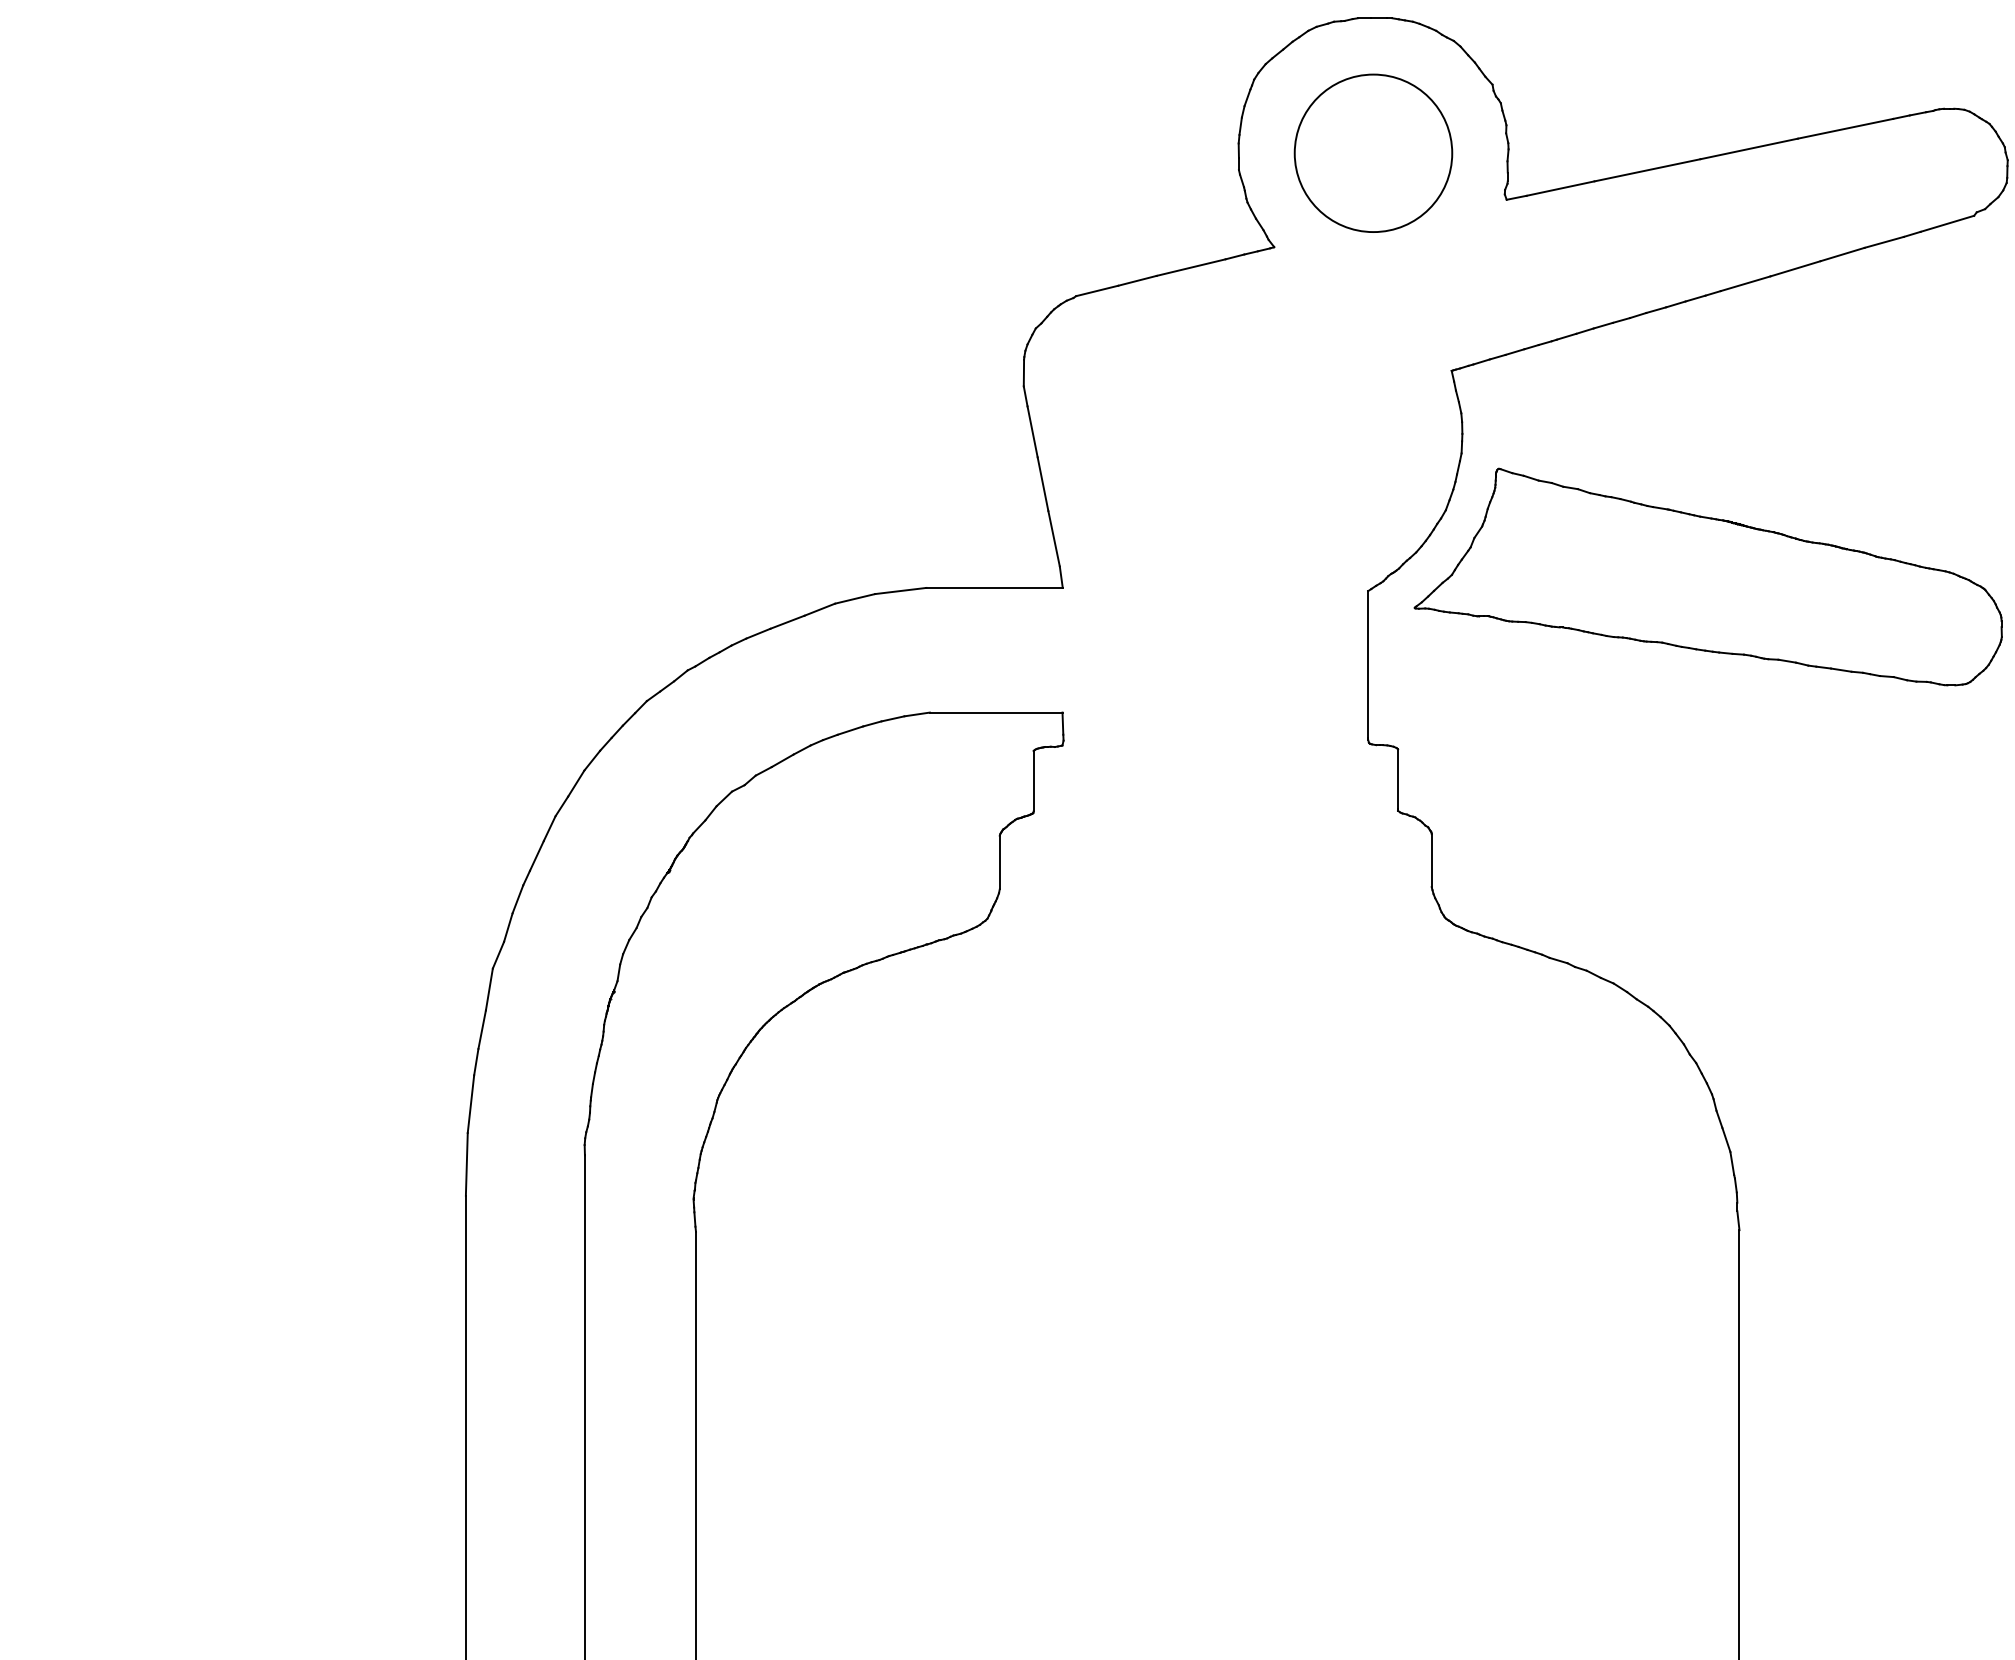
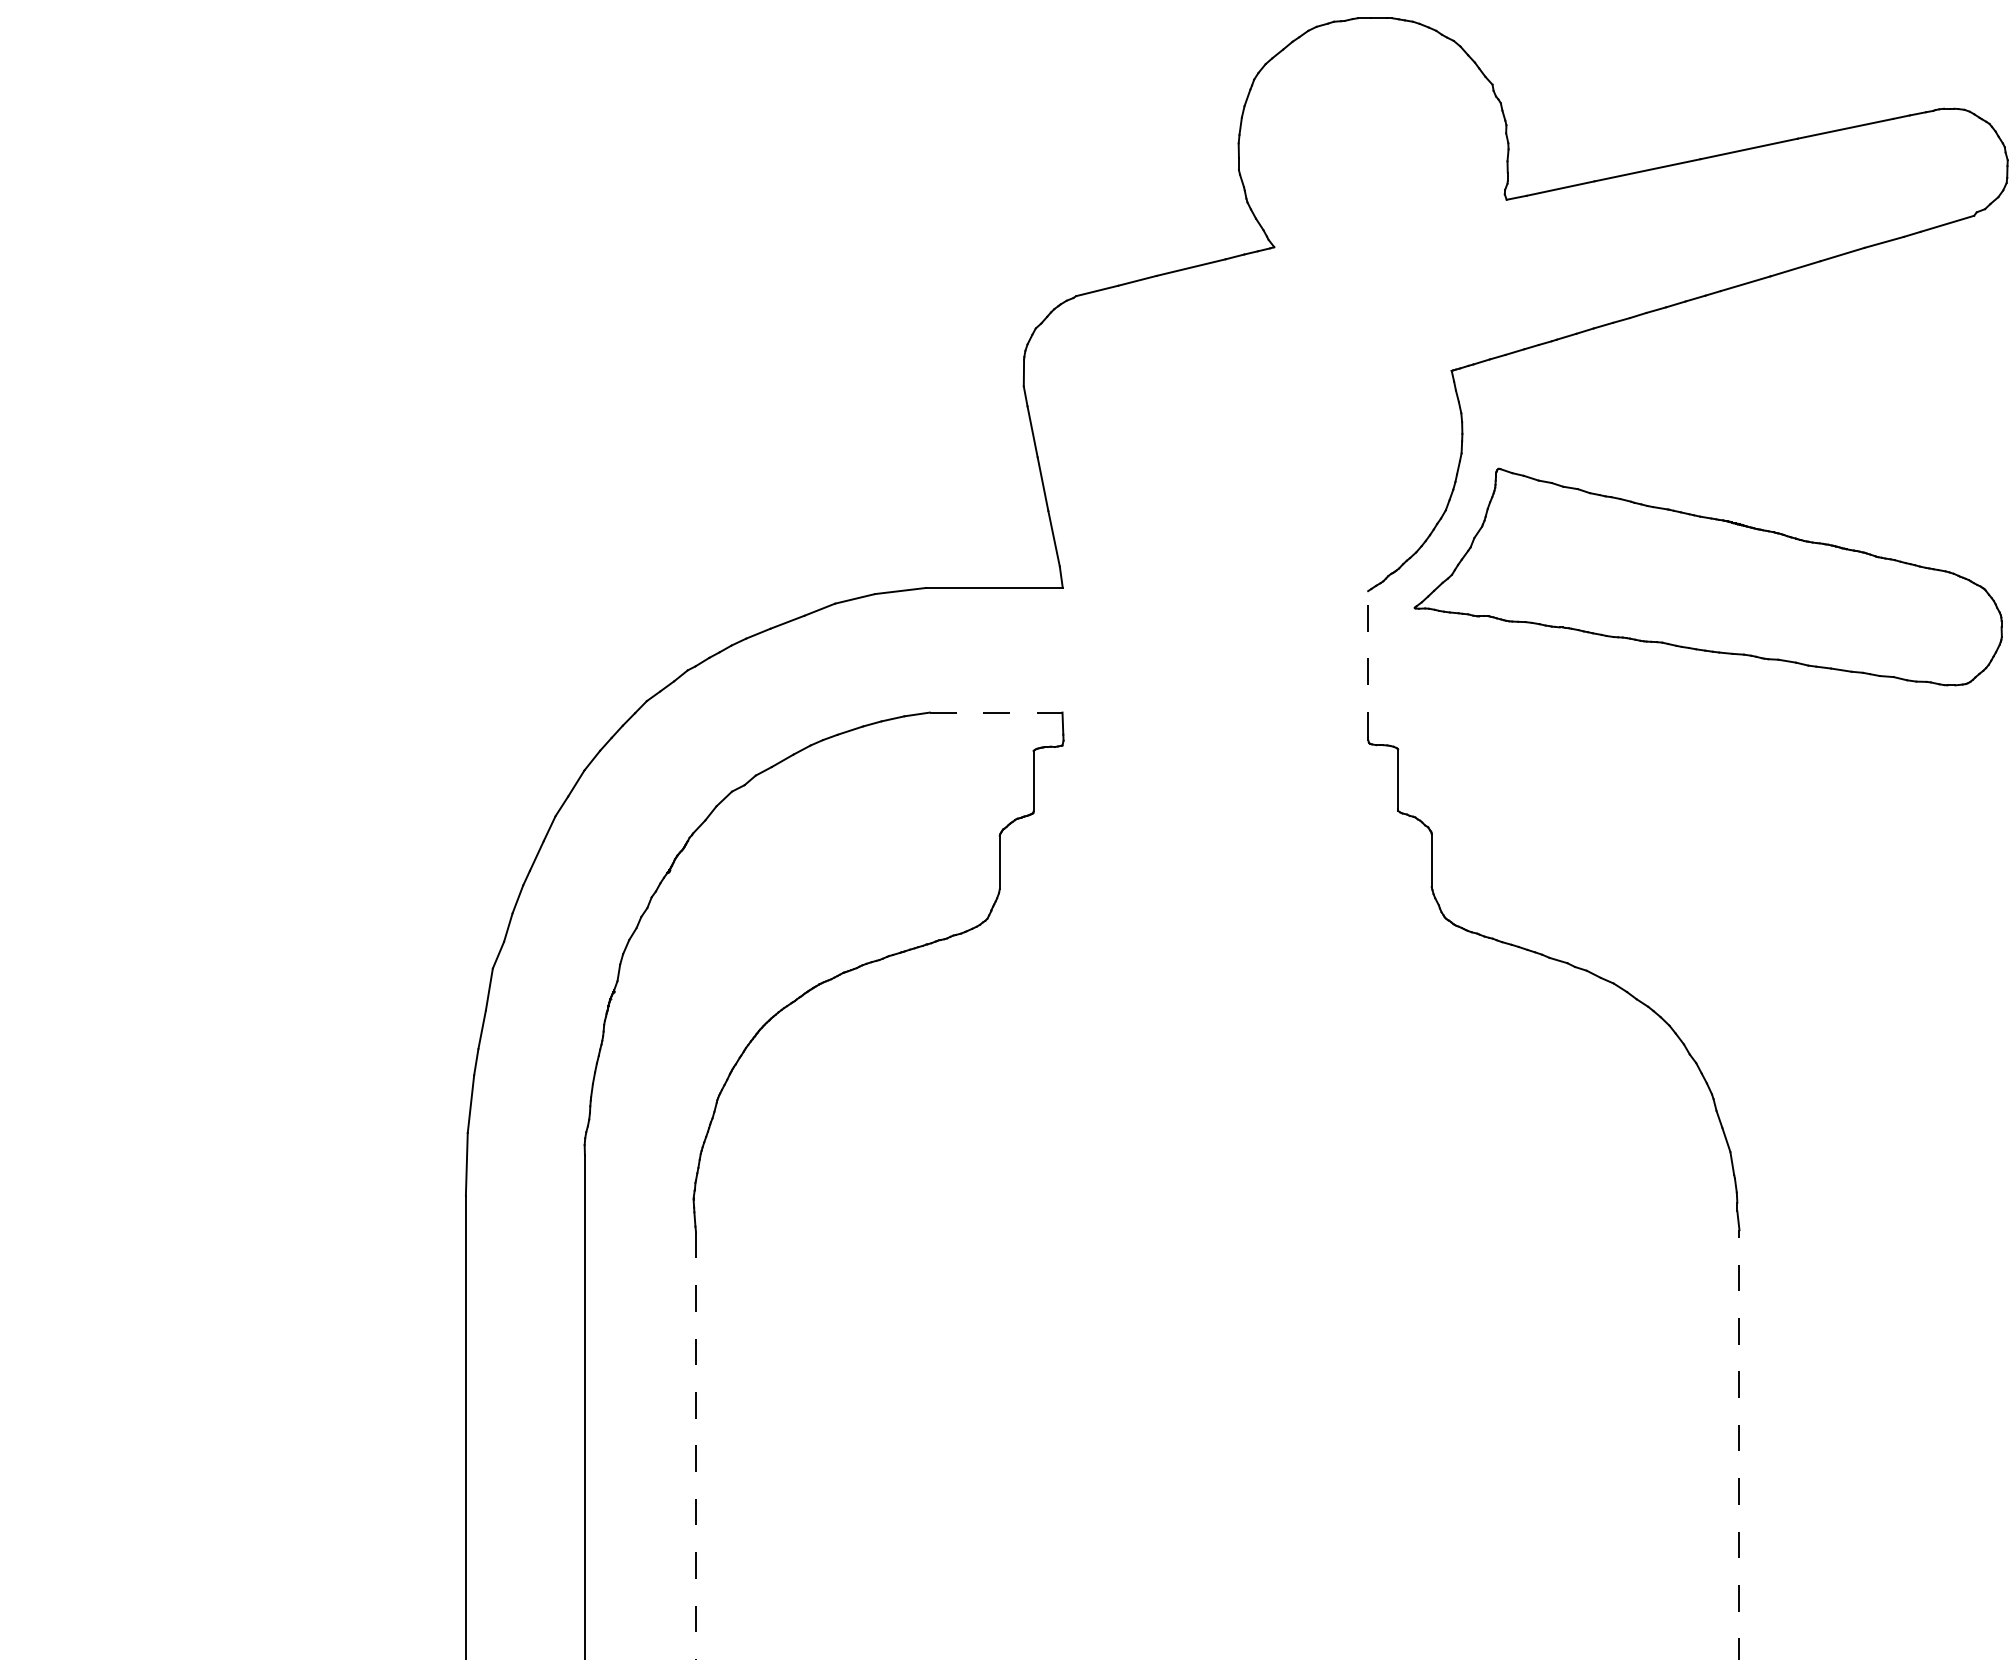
circle at (1373, 152): present -> none
line at (1368, 664): solid -> dashed
line at (996, 712): solid -> dashed
line at (1739, 1444): solid -> dashed
line at (696, 1445): solid -> dashed
